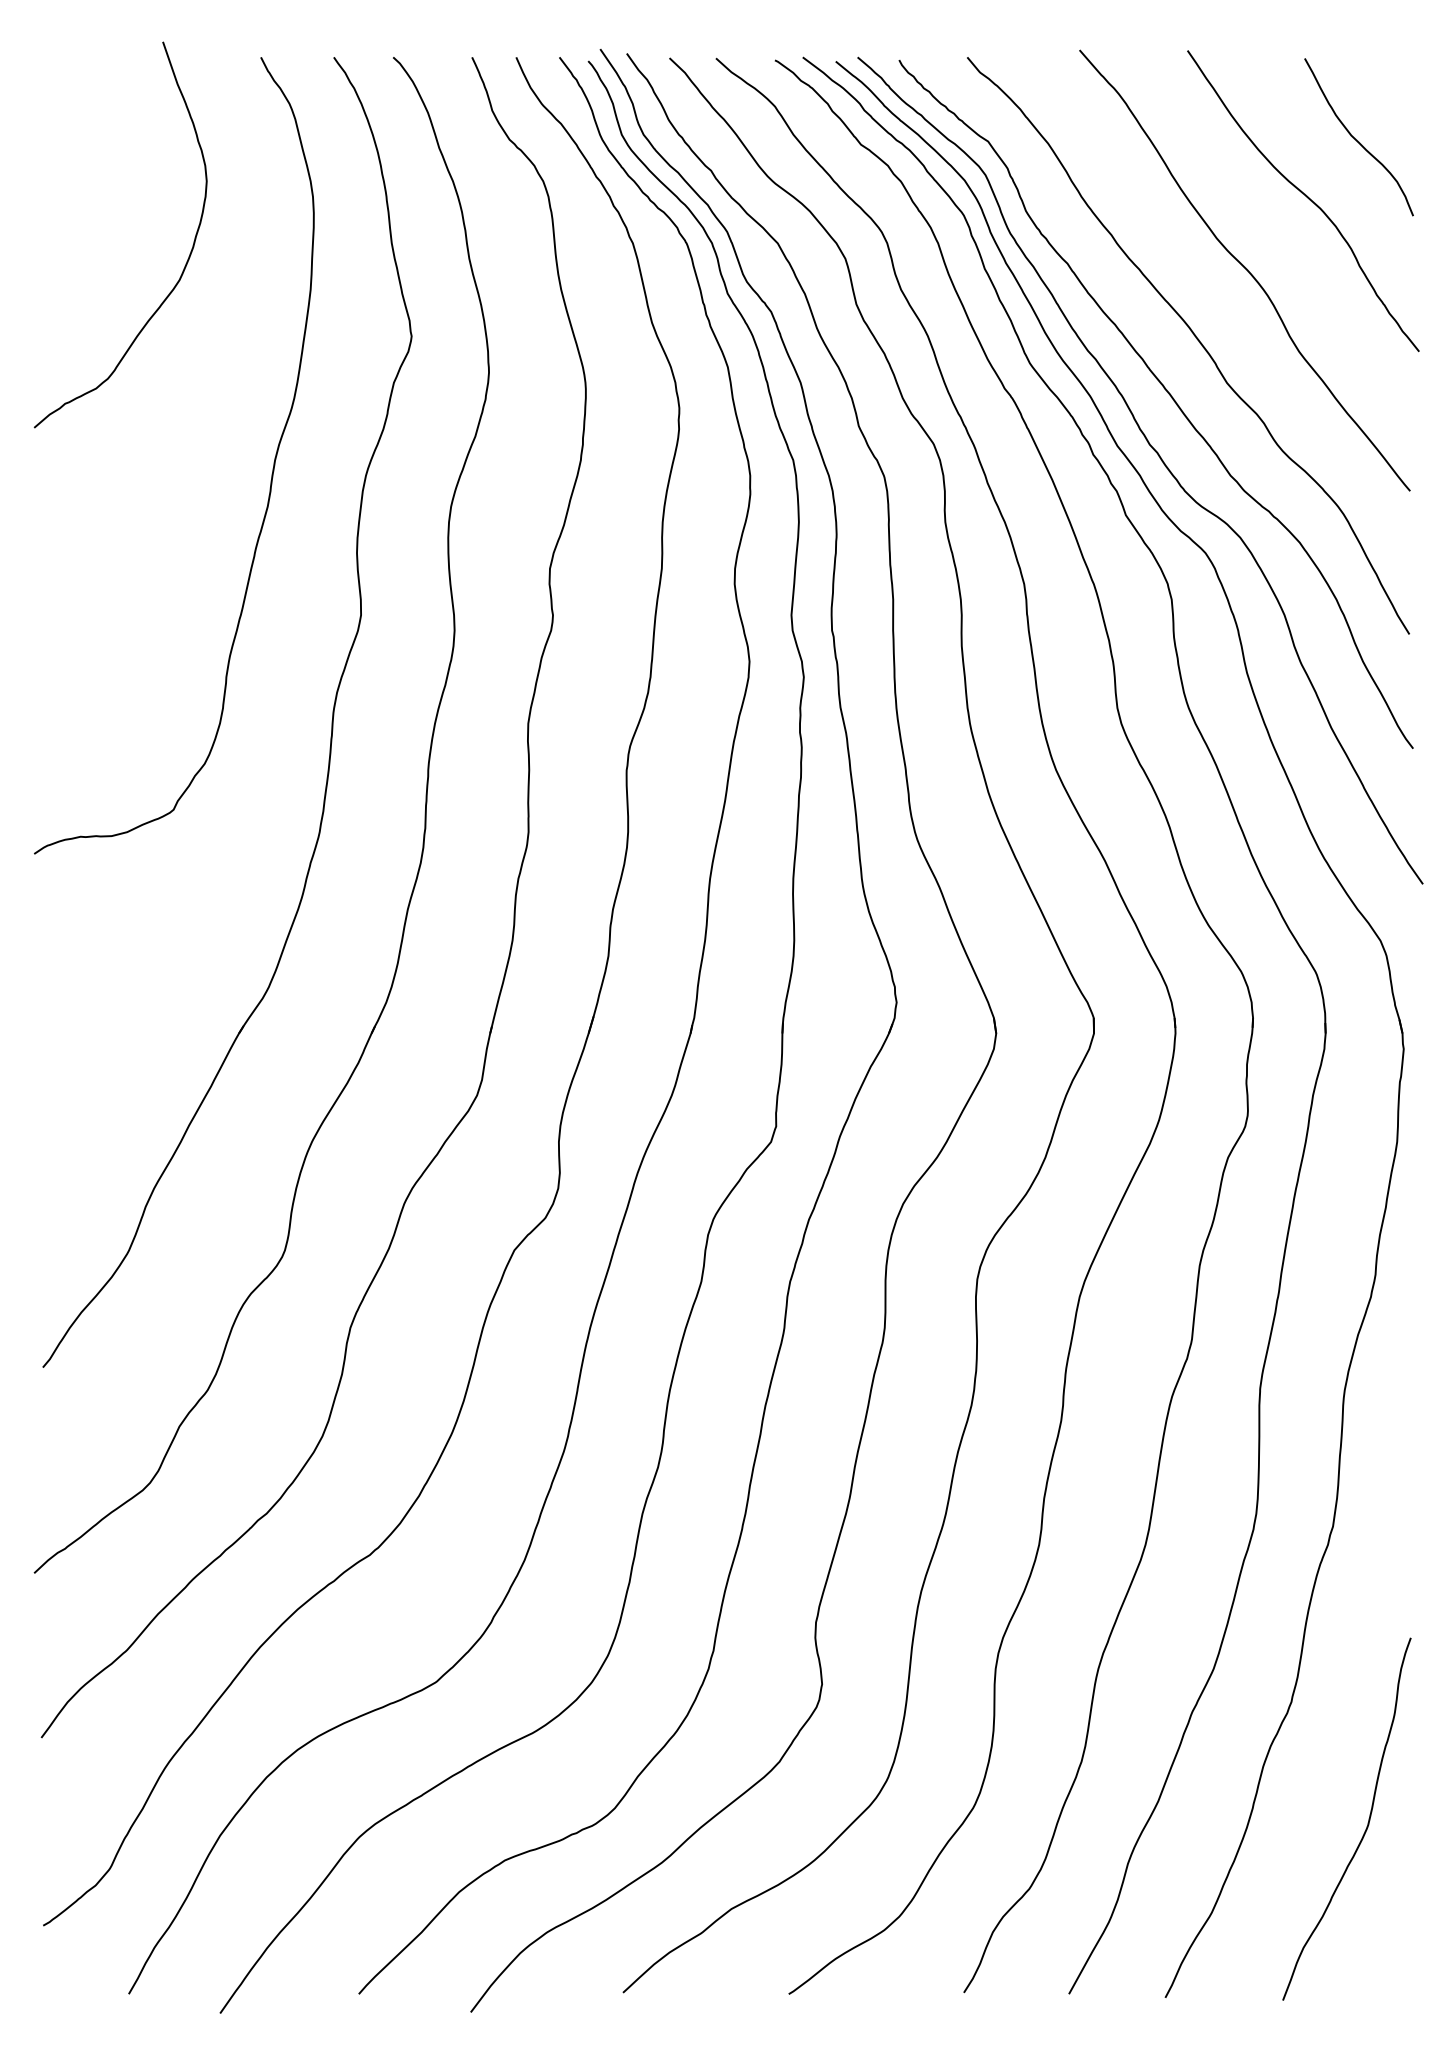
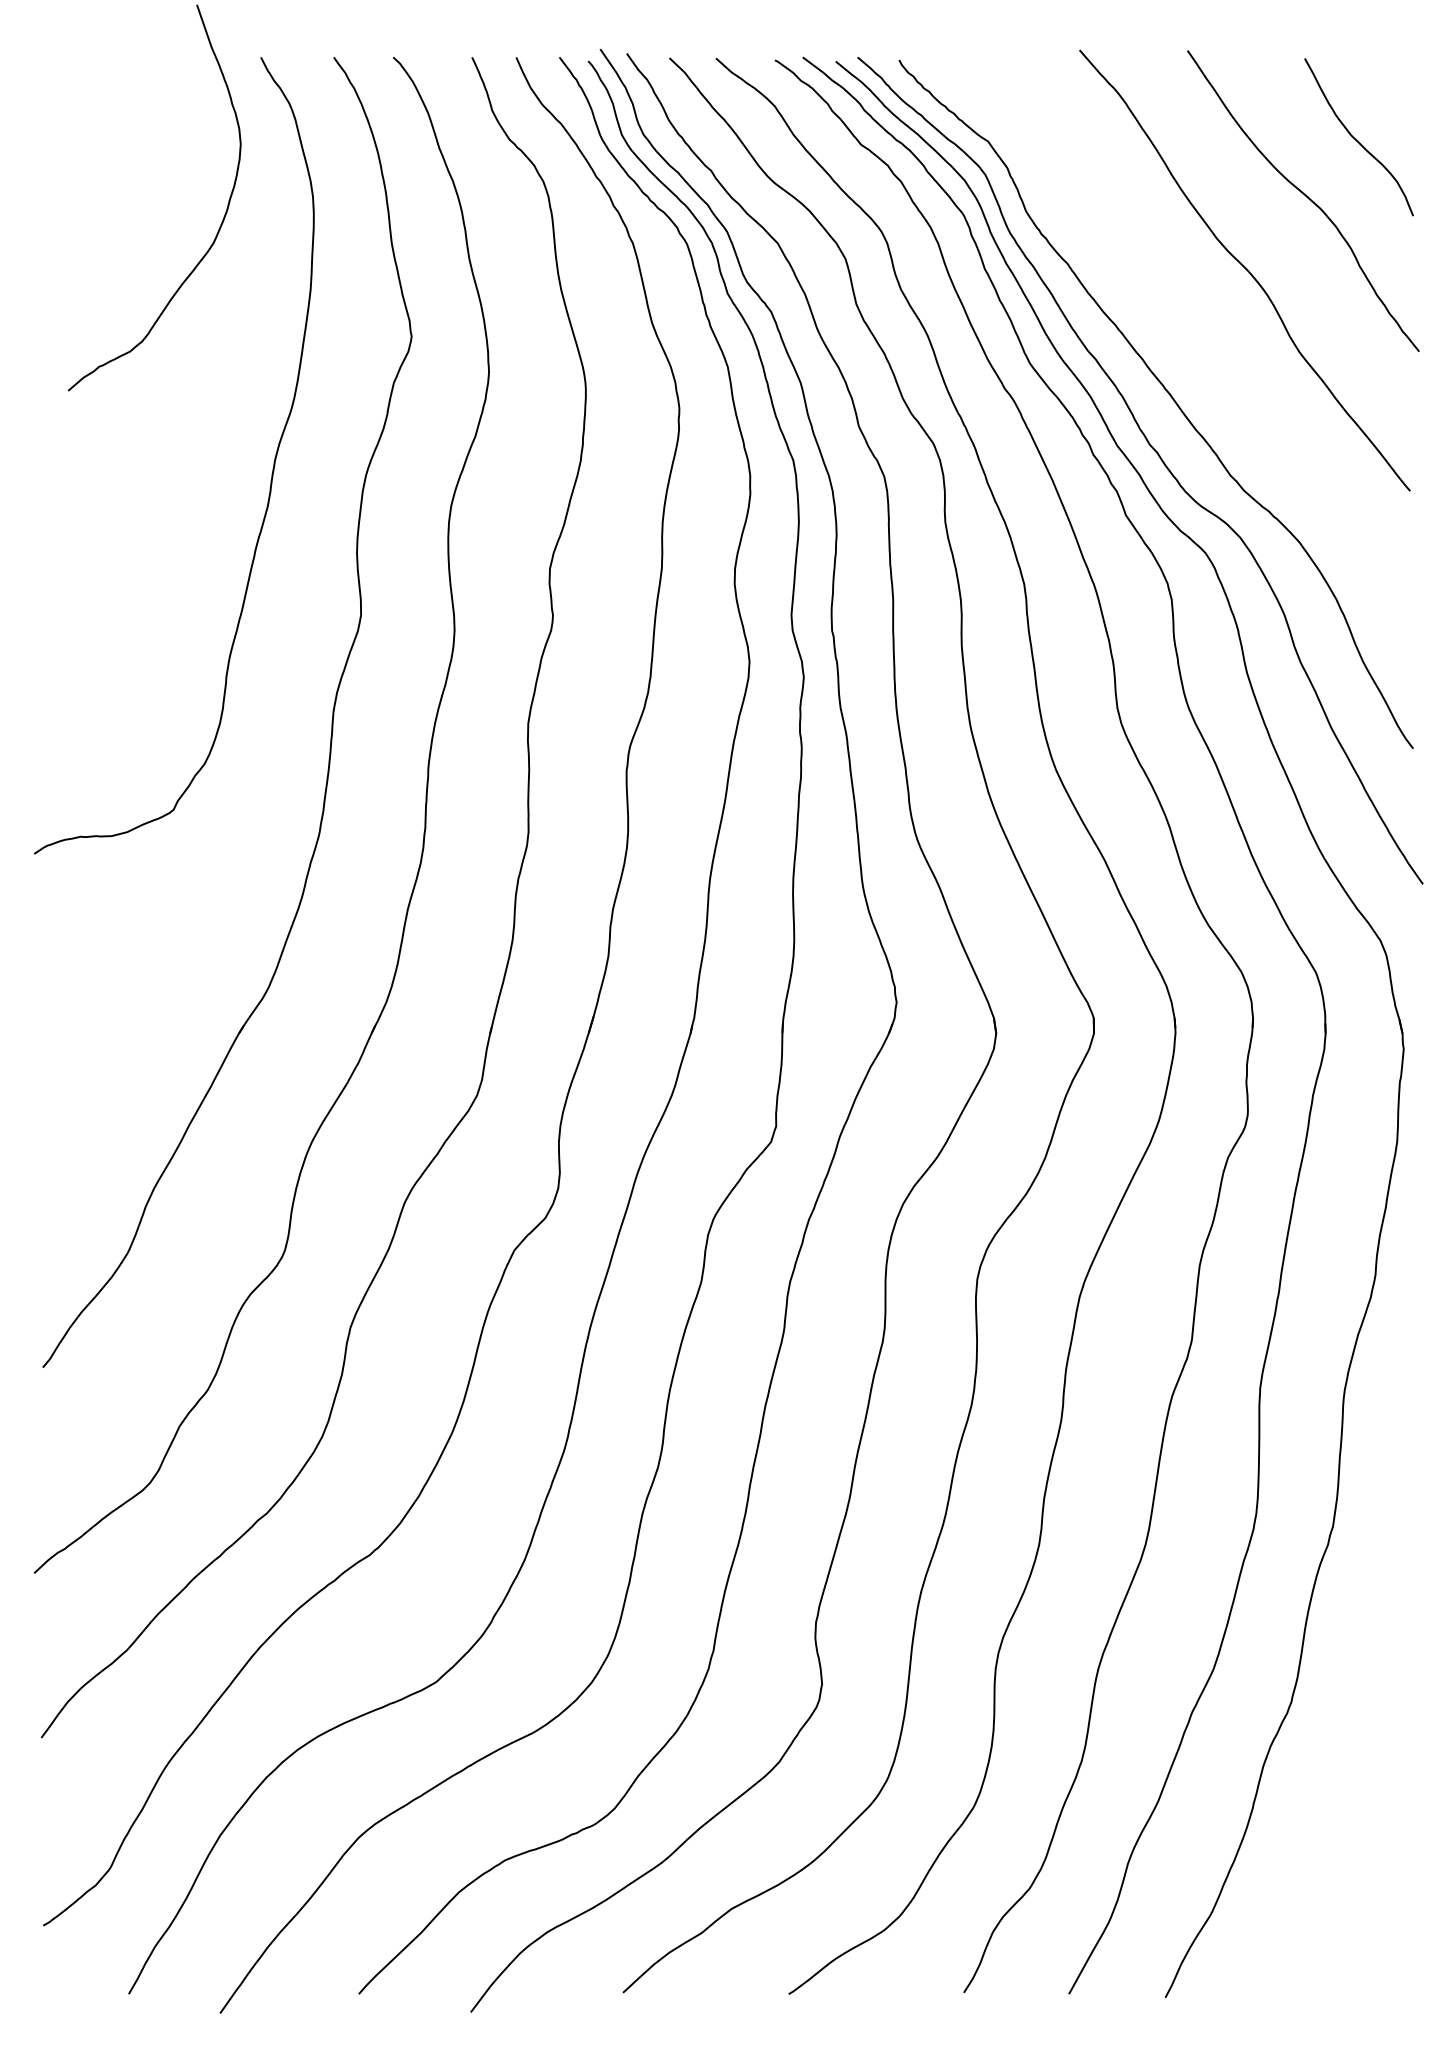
curve at (185, 263) position: (185, 263) -> (219, 226)
curve at (1196, 339): present -> none
curve at (1367, 1822): present -> none
